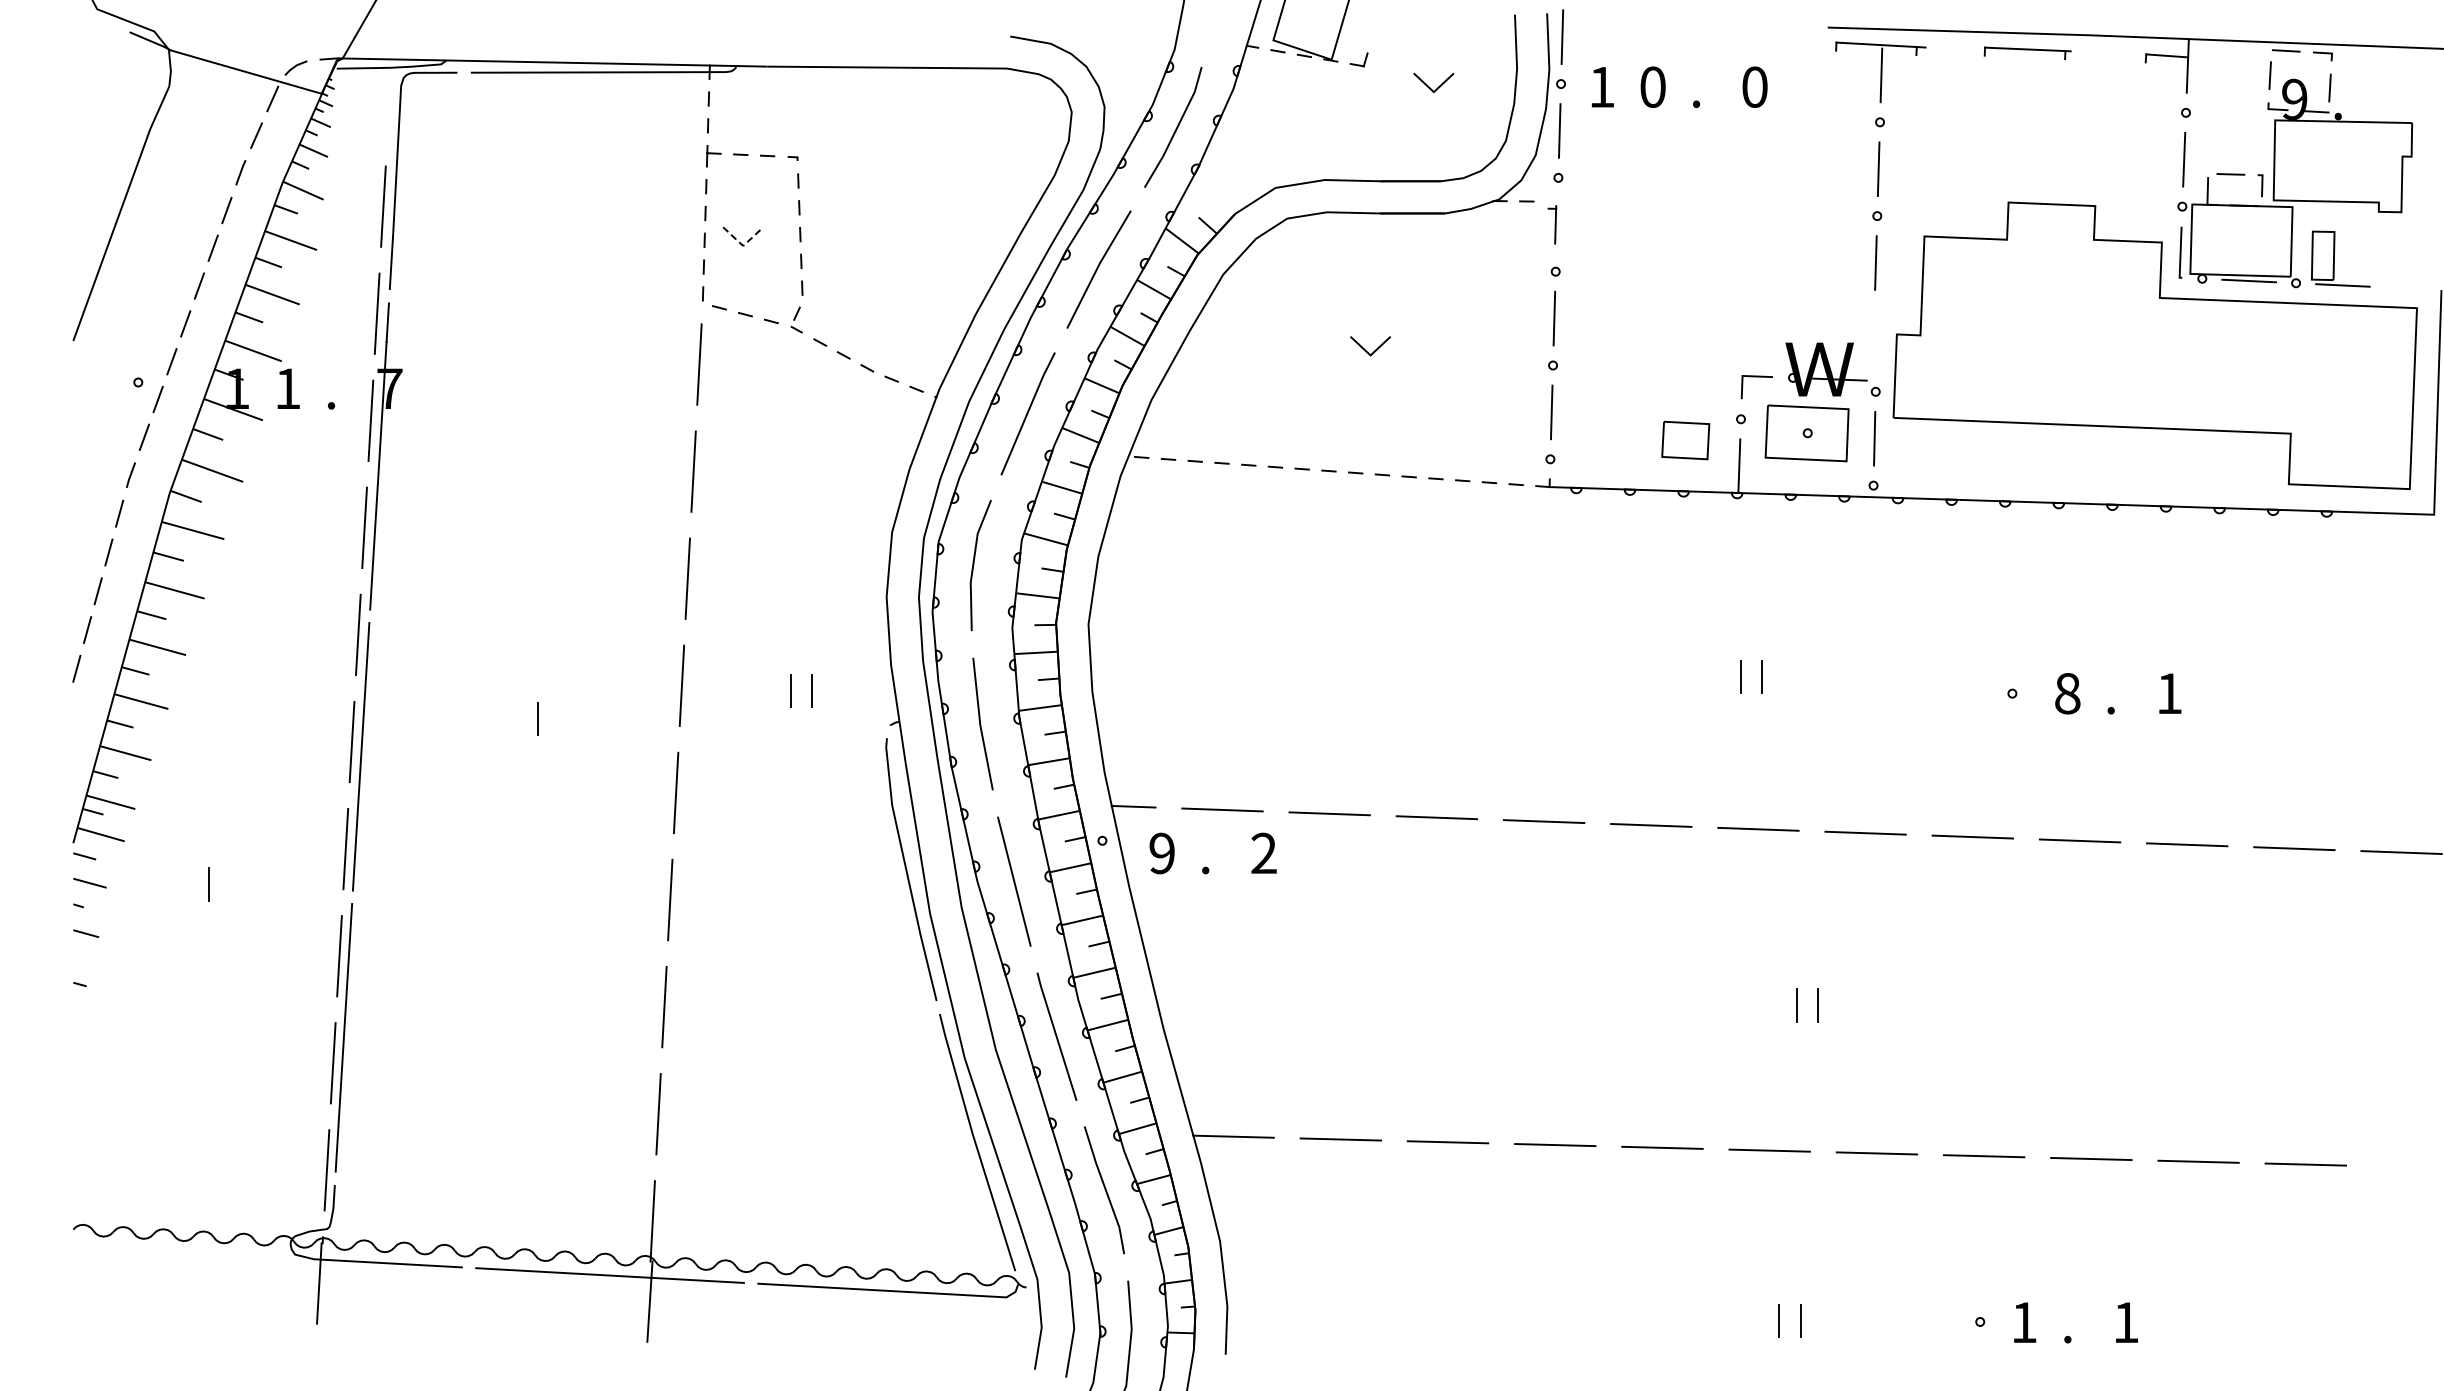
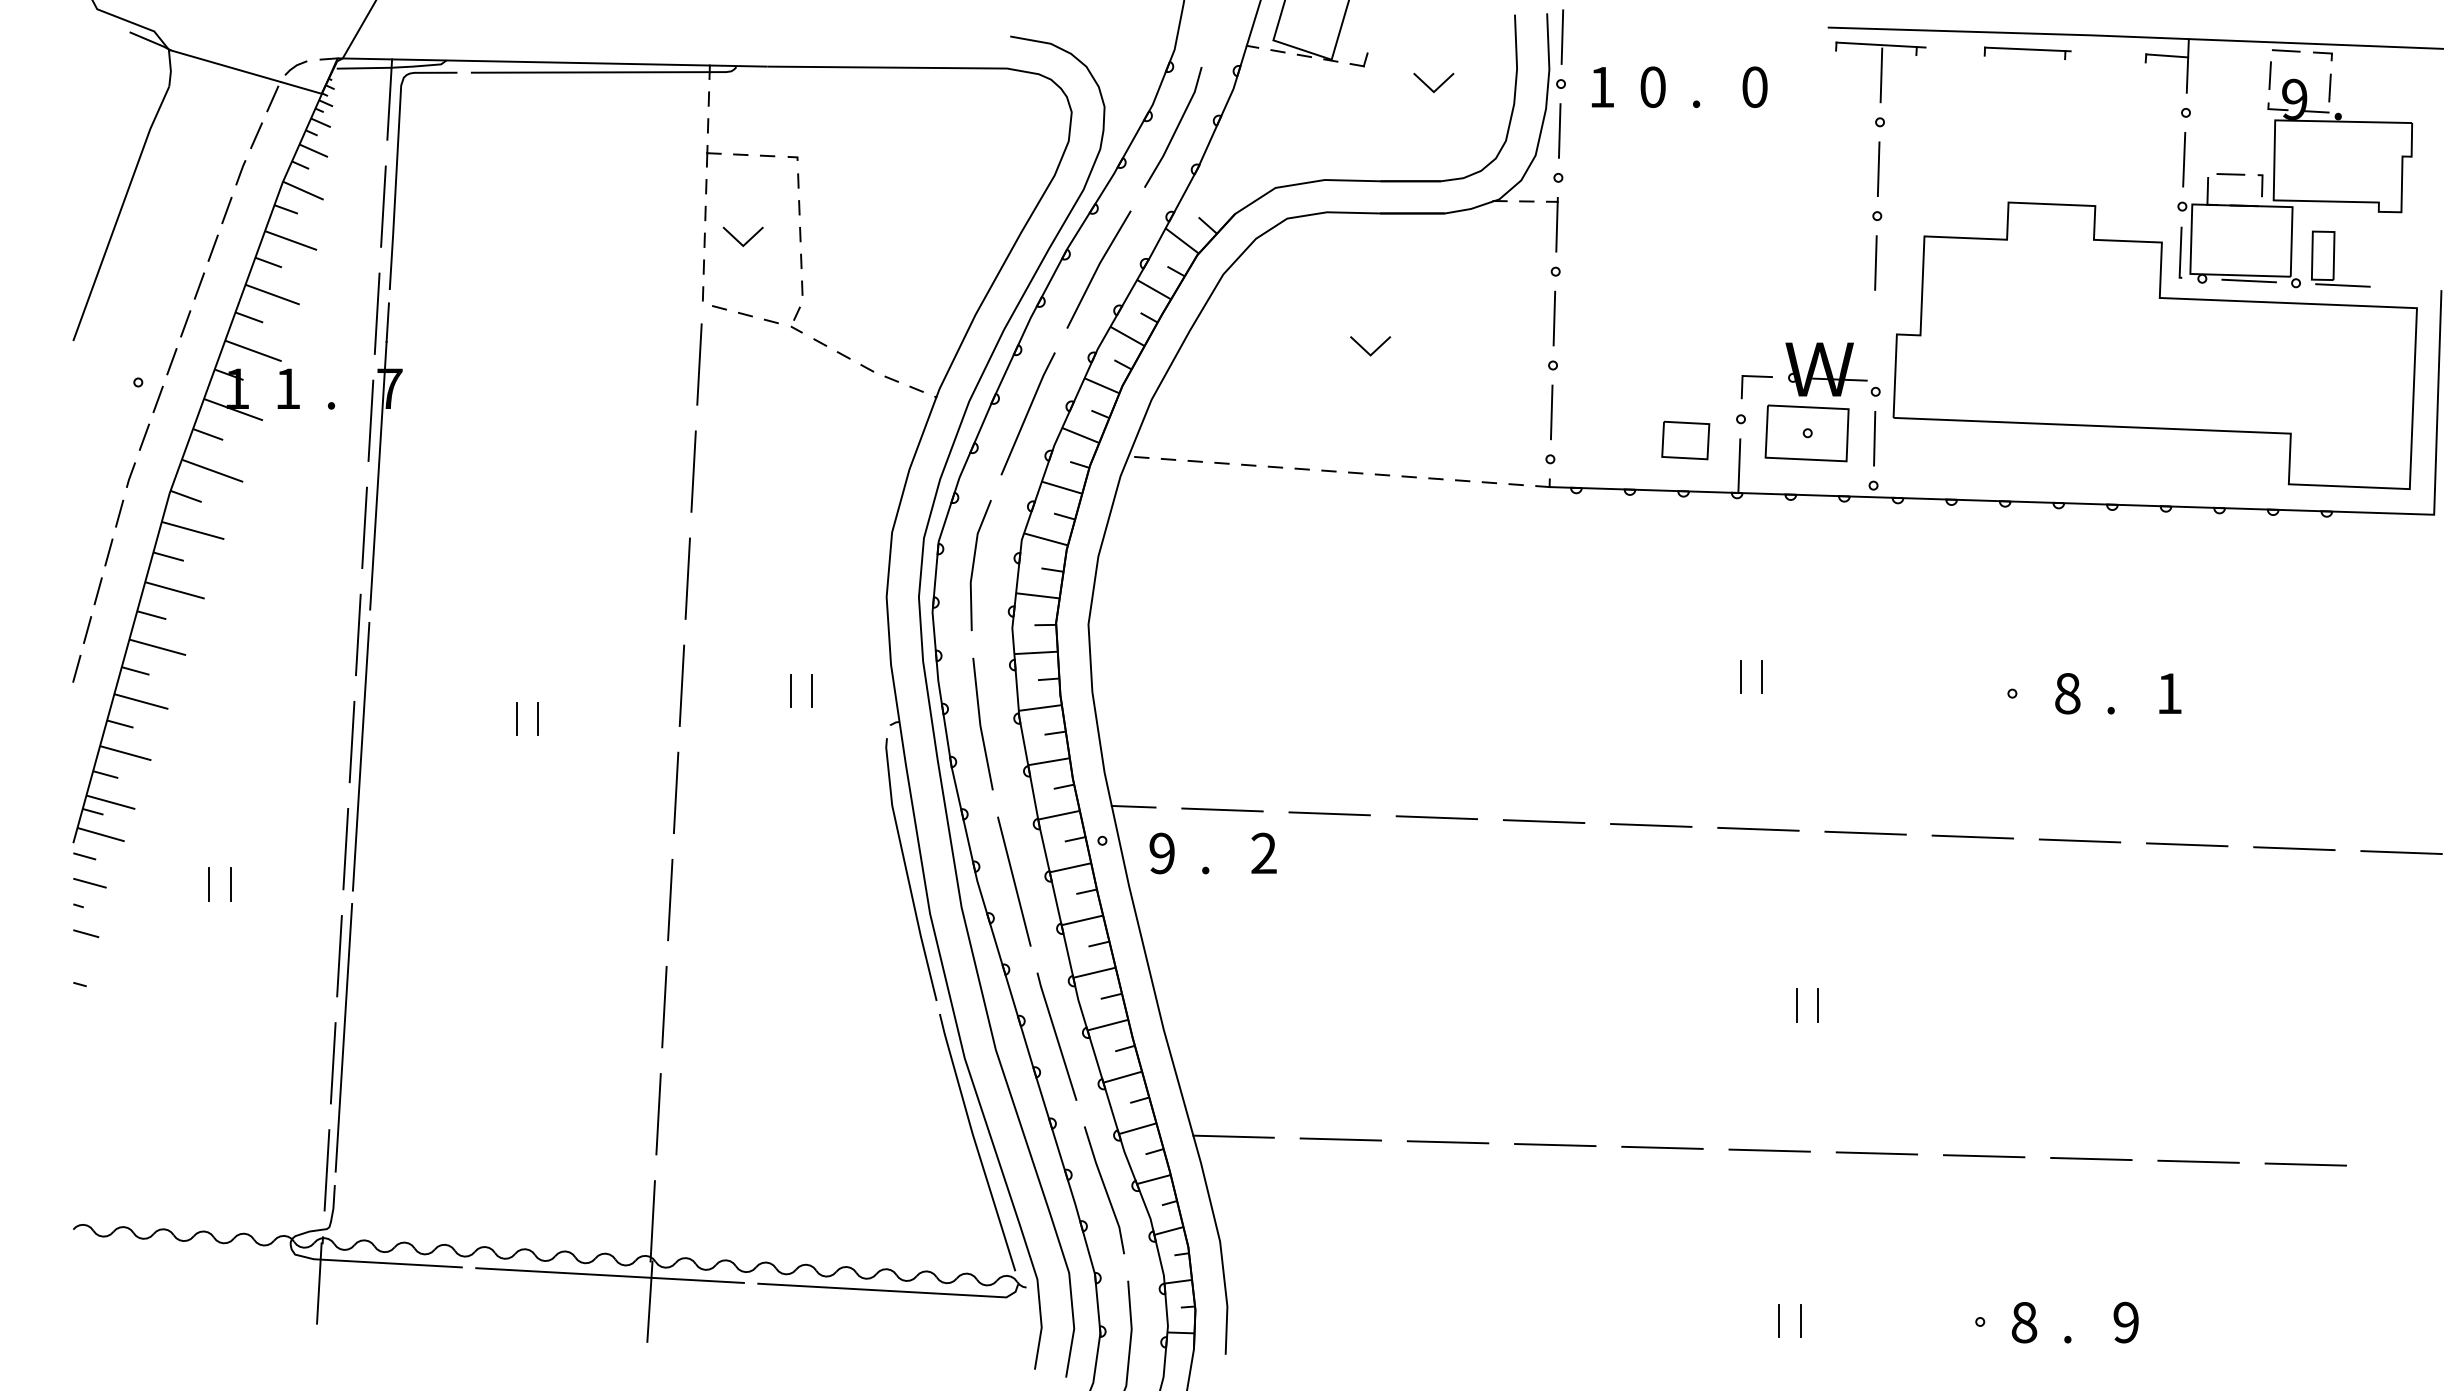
line at (389, 99): none -> present
part at (1552, 224) size: 11x40 px -> 13x56 px
line at (743, 246): dashed -> solid
line at (516, 718): none -> present
line at (230, 884): none -> present
text at (2024, 1322): 1 -> 8
text at (2125, 1322): 1 -> 9
